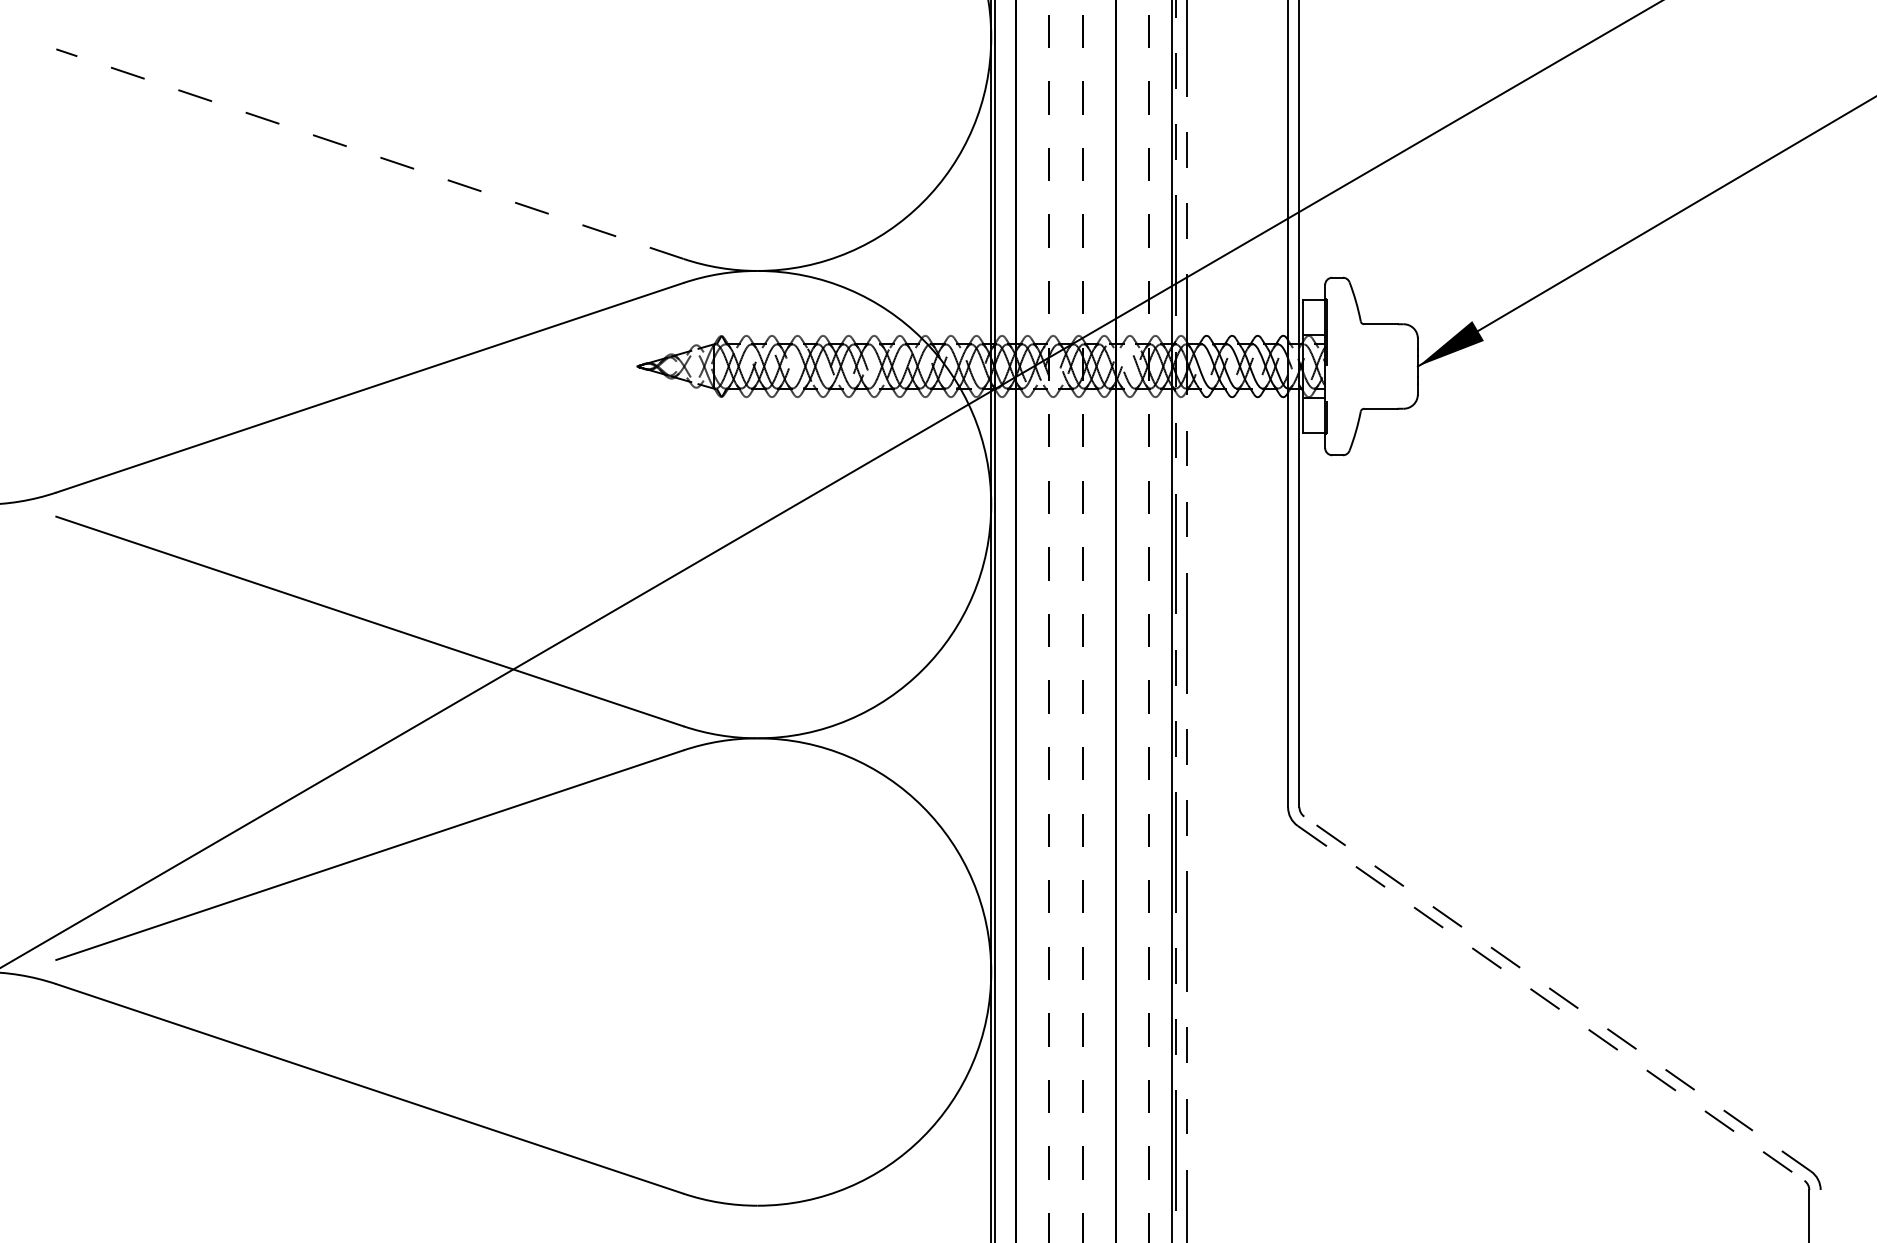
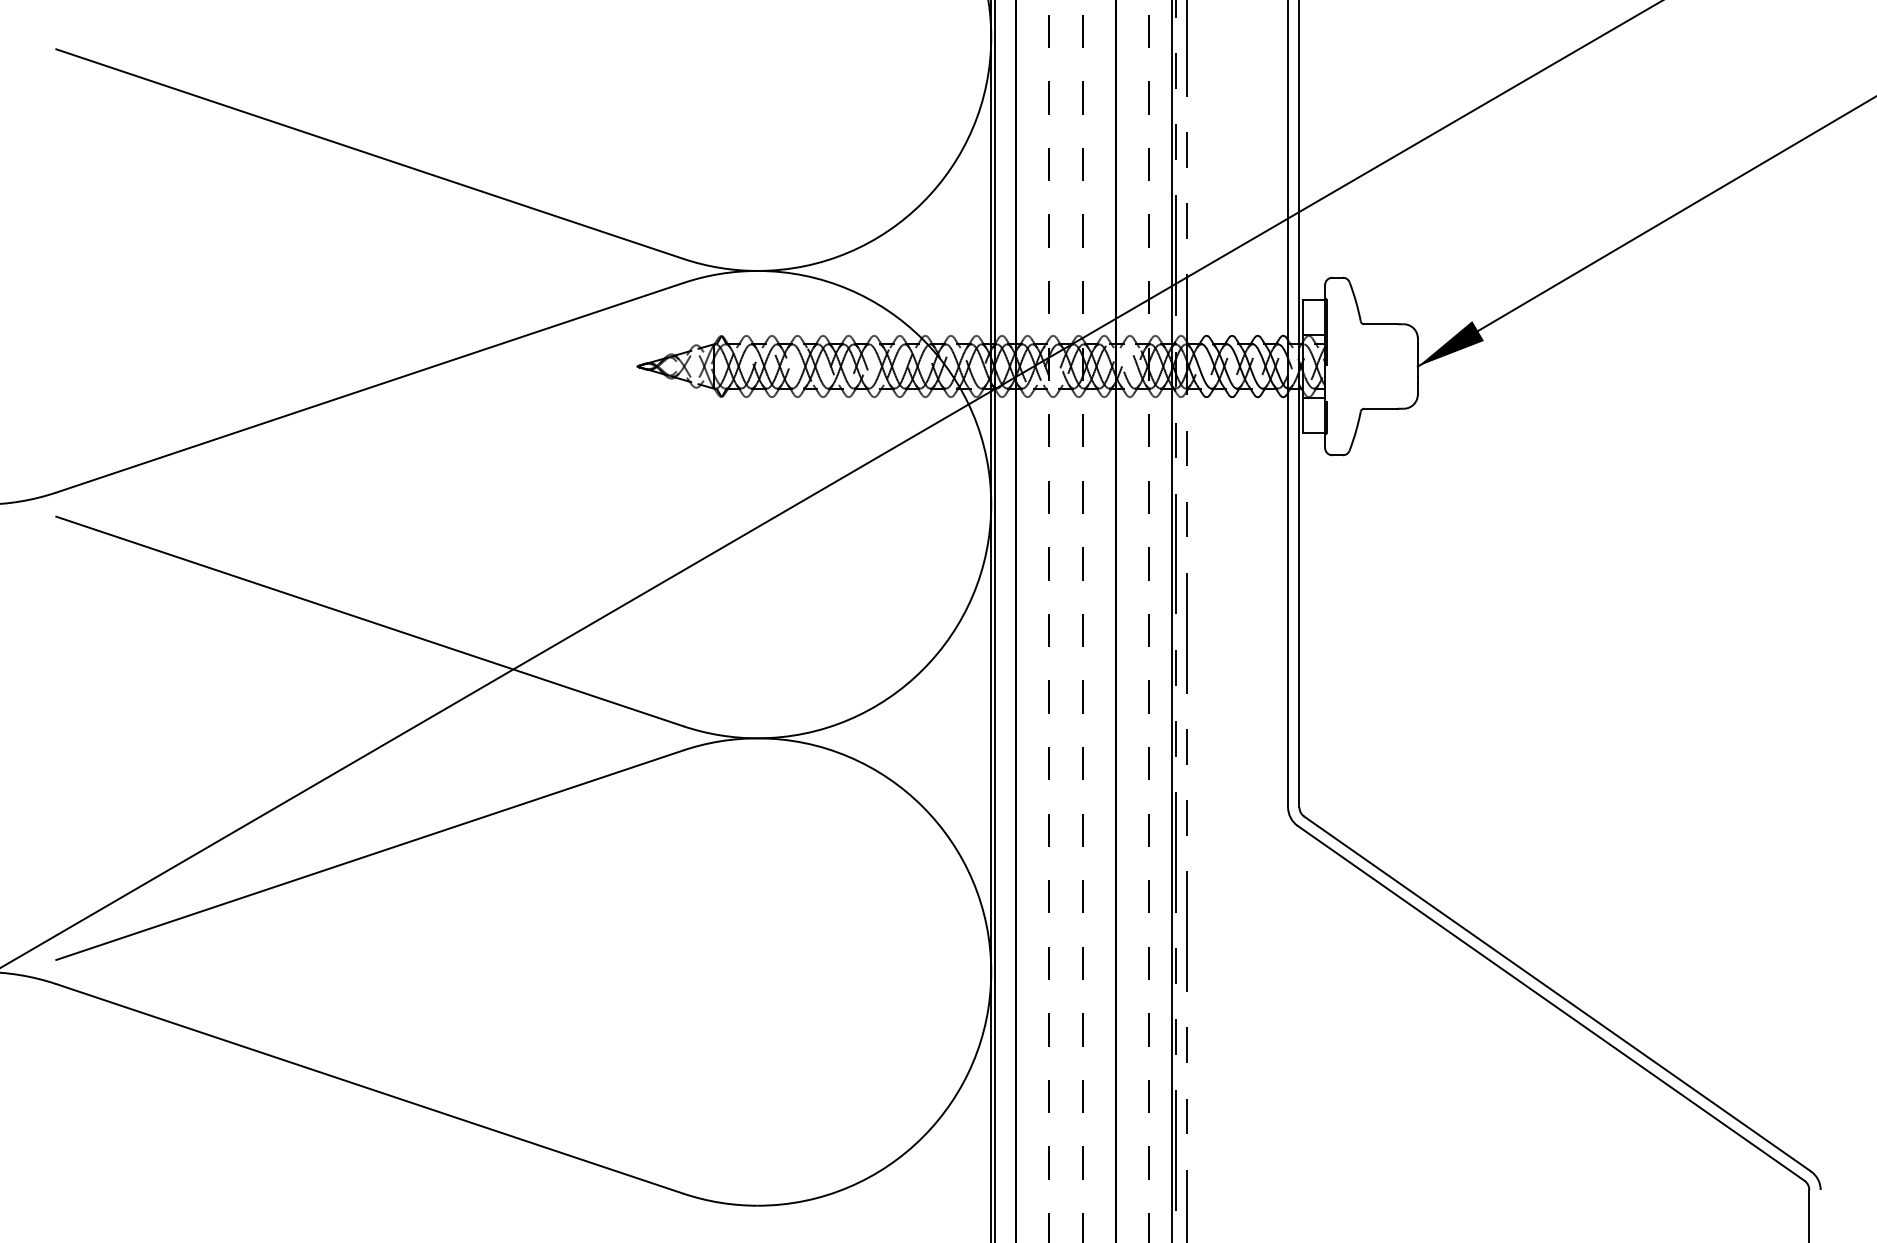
line at (369, 154): dashed -> solid
line at (1557, 993): dashed -> solid
line at (1551, 1003): dashed -> solid
